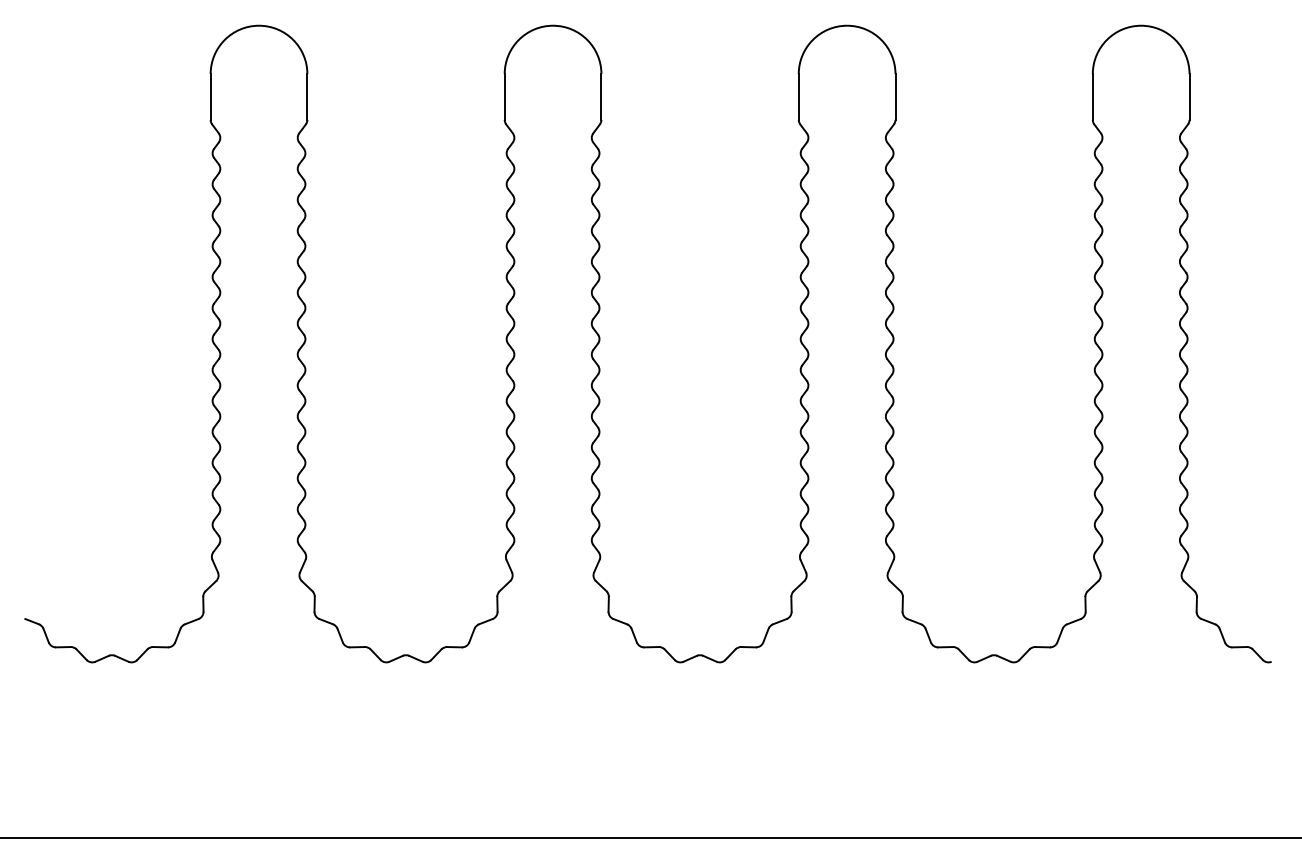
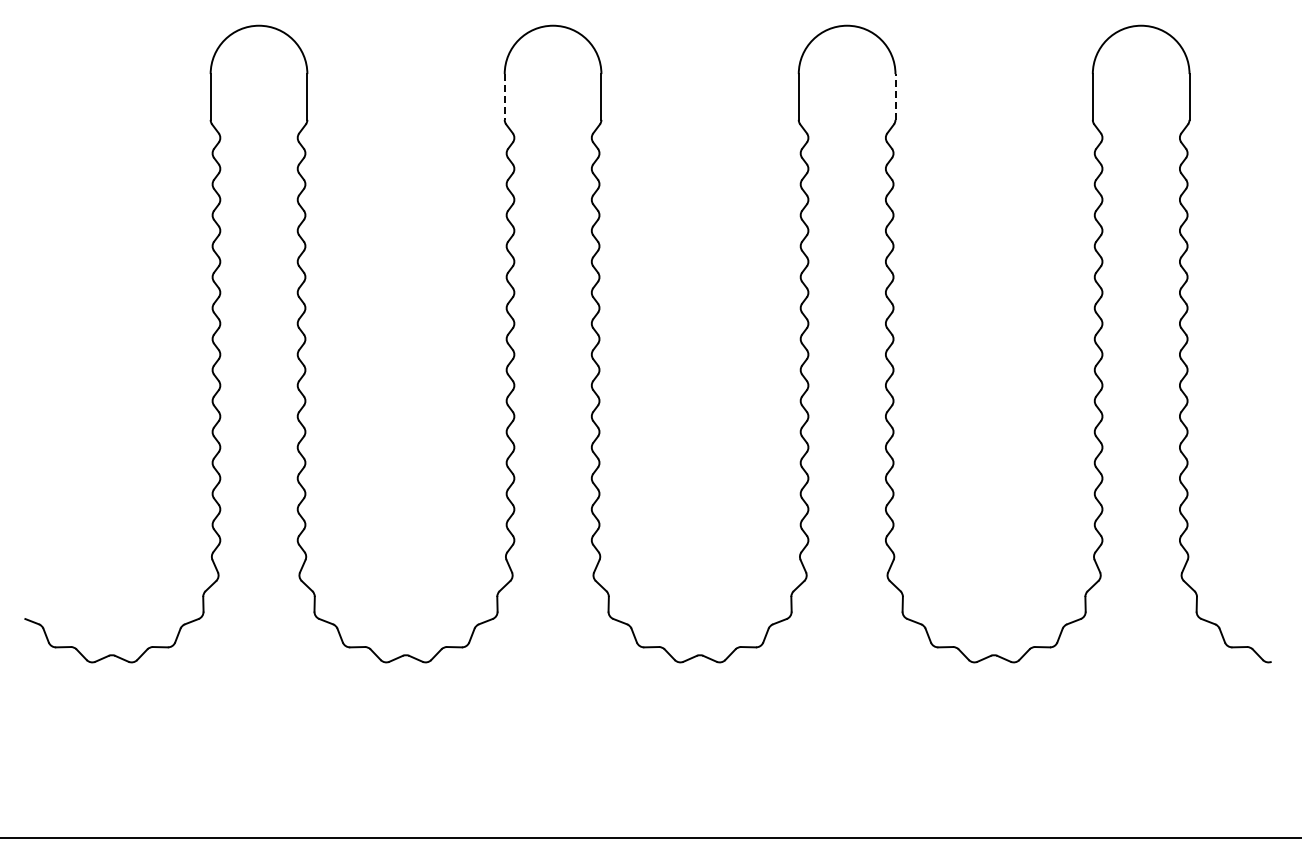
line at (504, 97): solid -> dashed
line at (895, 97): solid -> dashed
